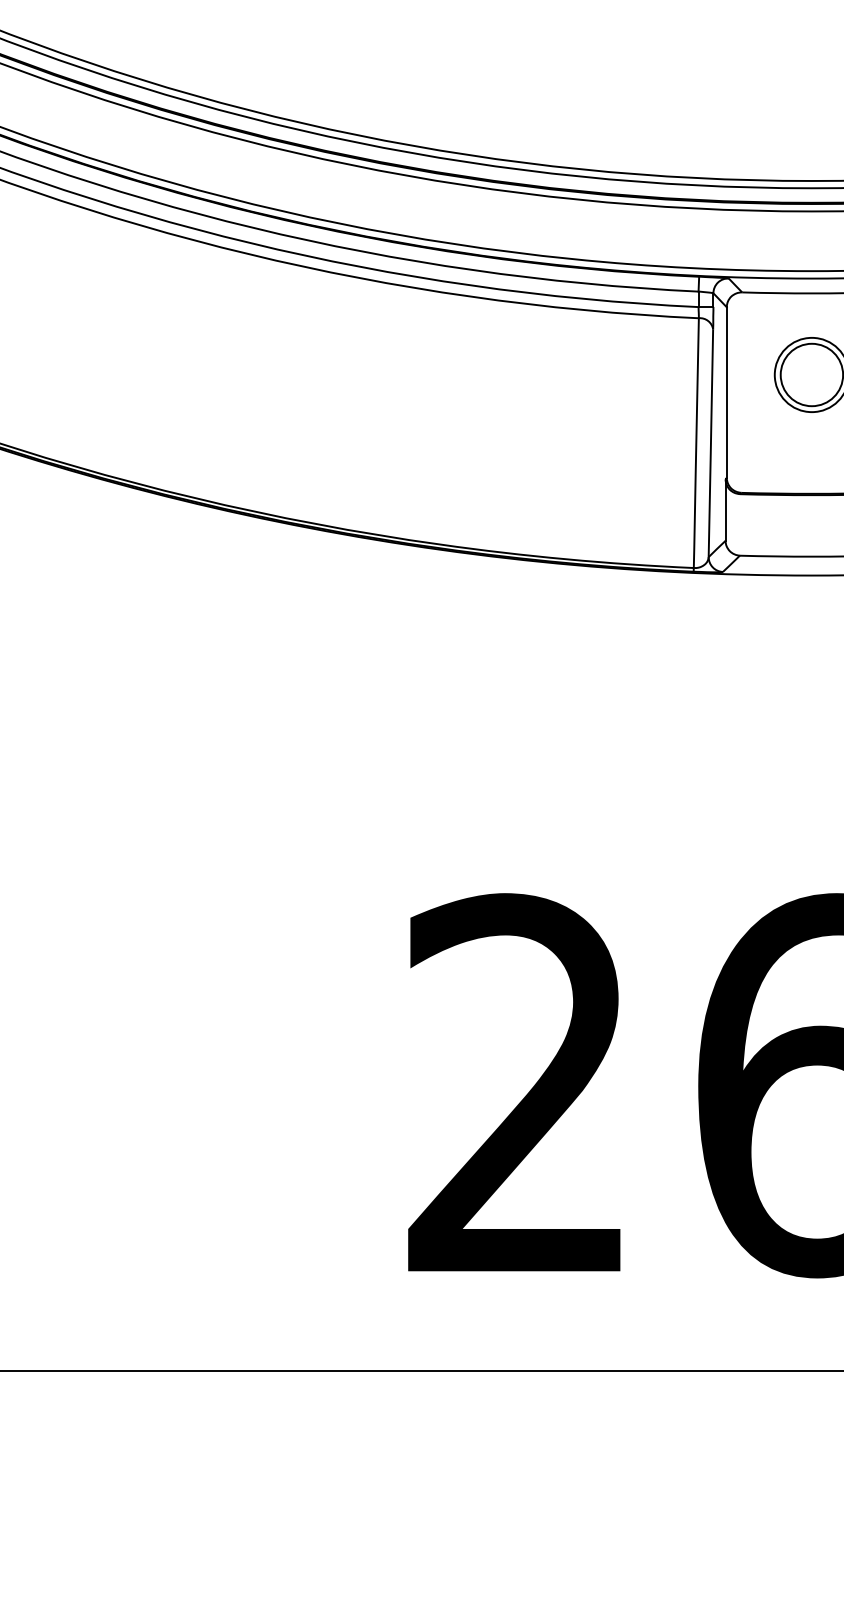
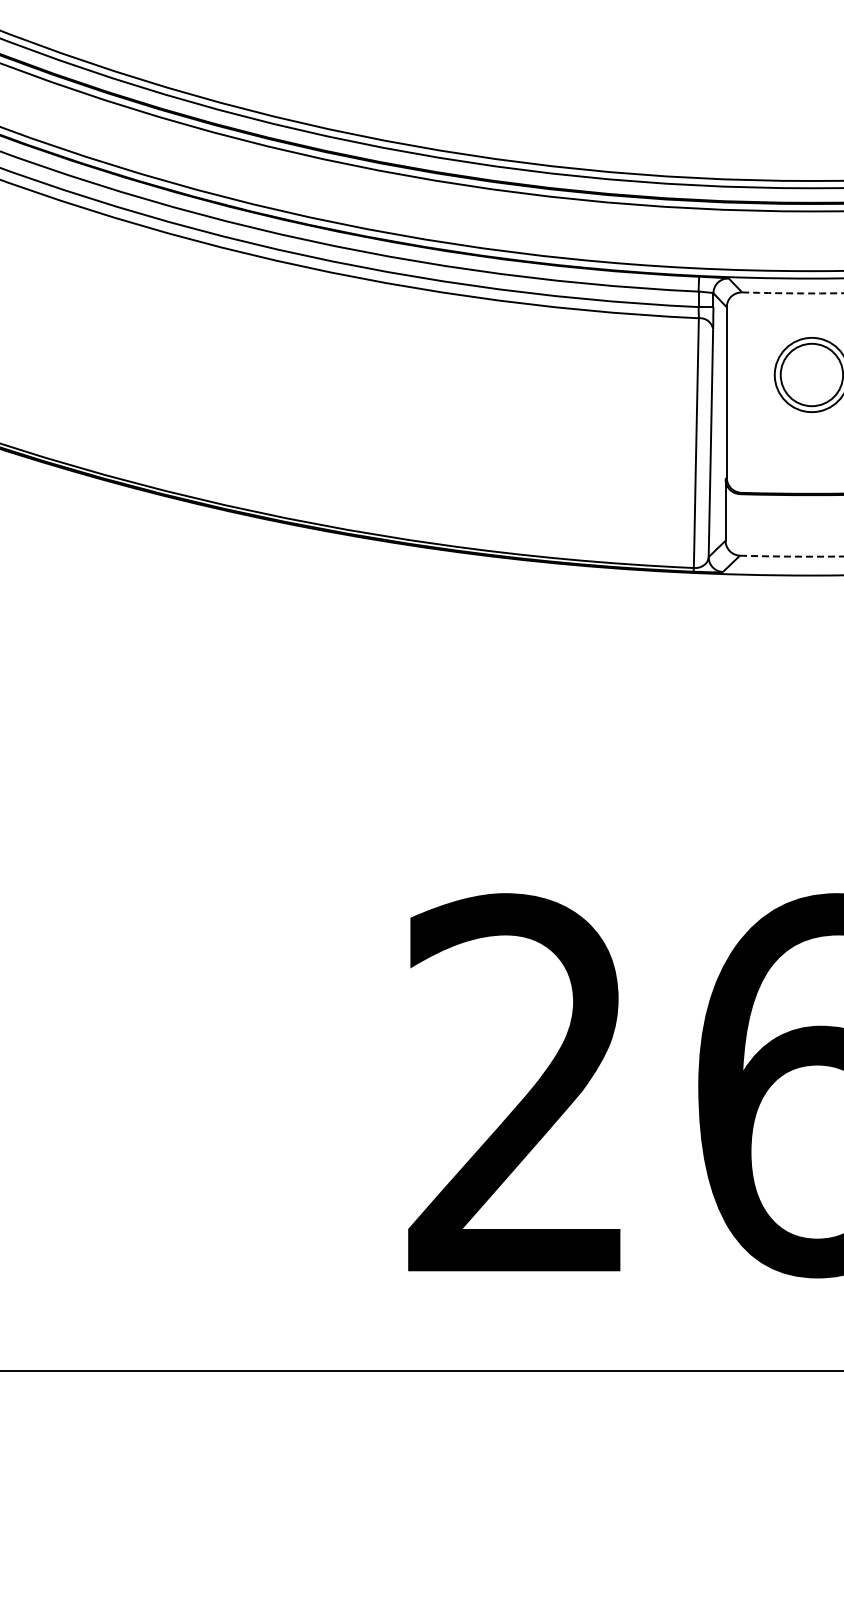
arc at (792, 293): solid -> dashed
arc at (791, 556): solid -> dashed
